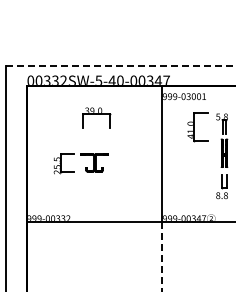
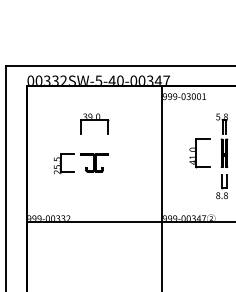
line at (121, 66): dashed -> solid
part at (96, 117) position: (96, 117) -> (94, 123)
part at (197, 127) position: (197, 127) -> (199, 153)
line at (162, 257): dashed -> solid
